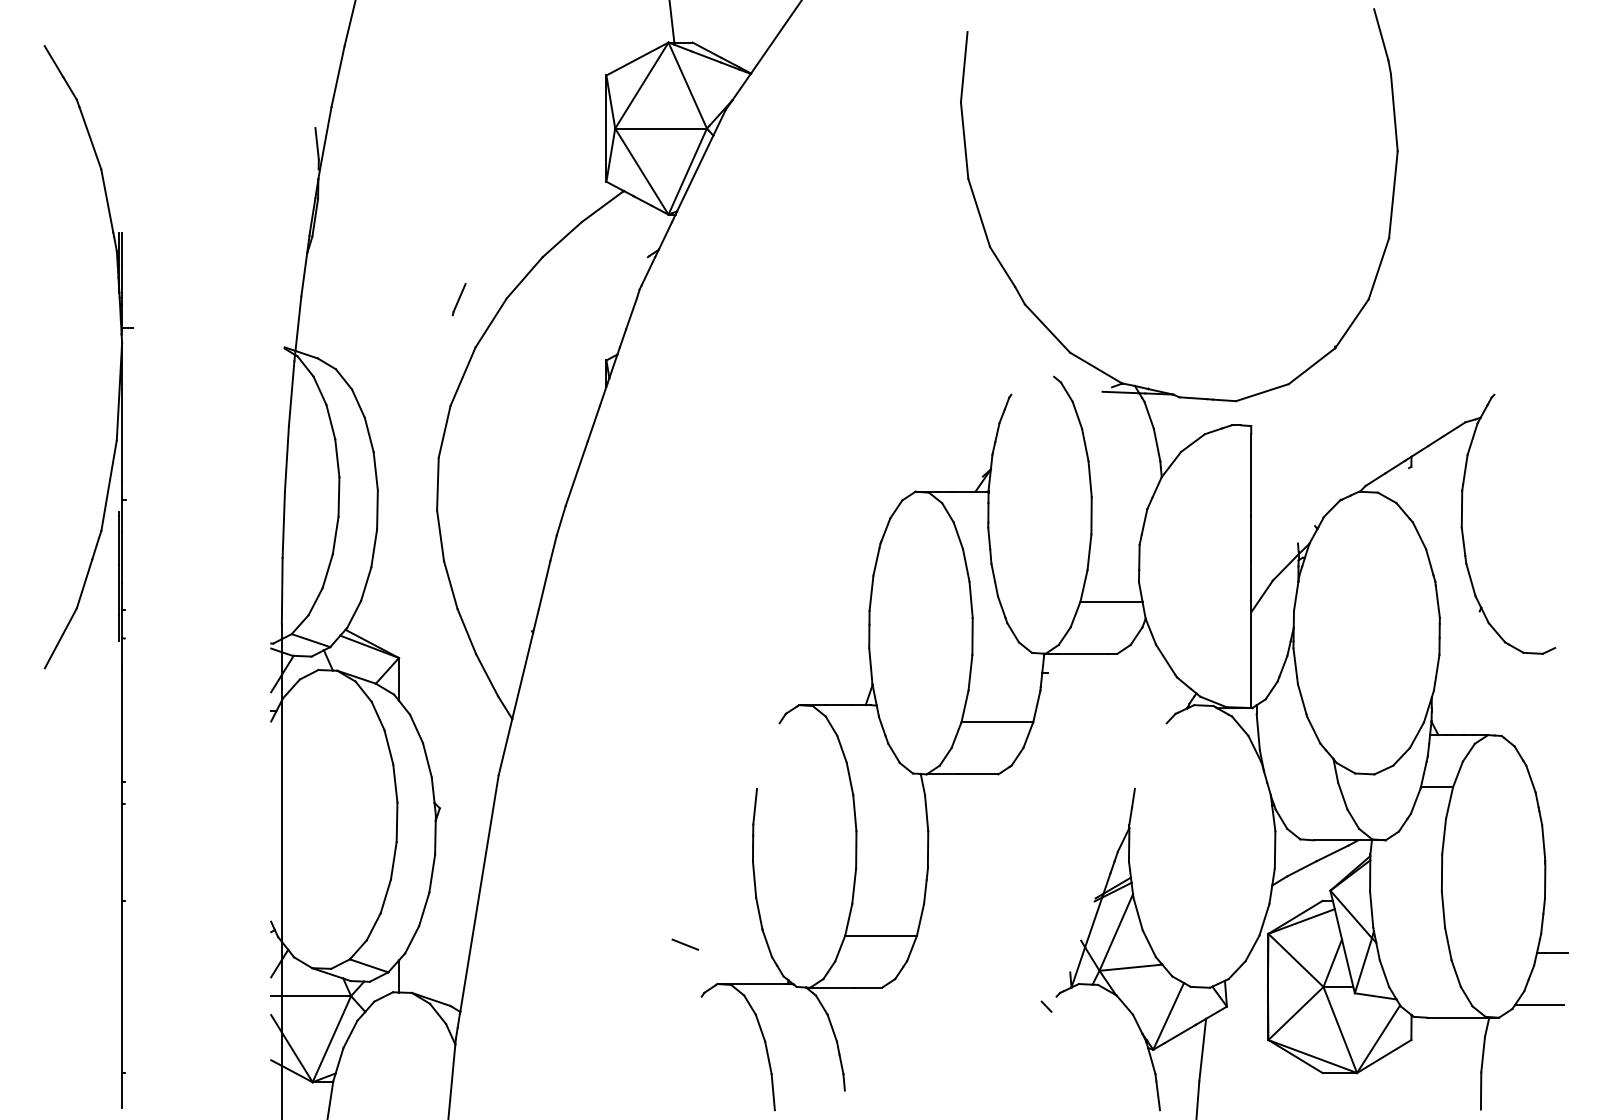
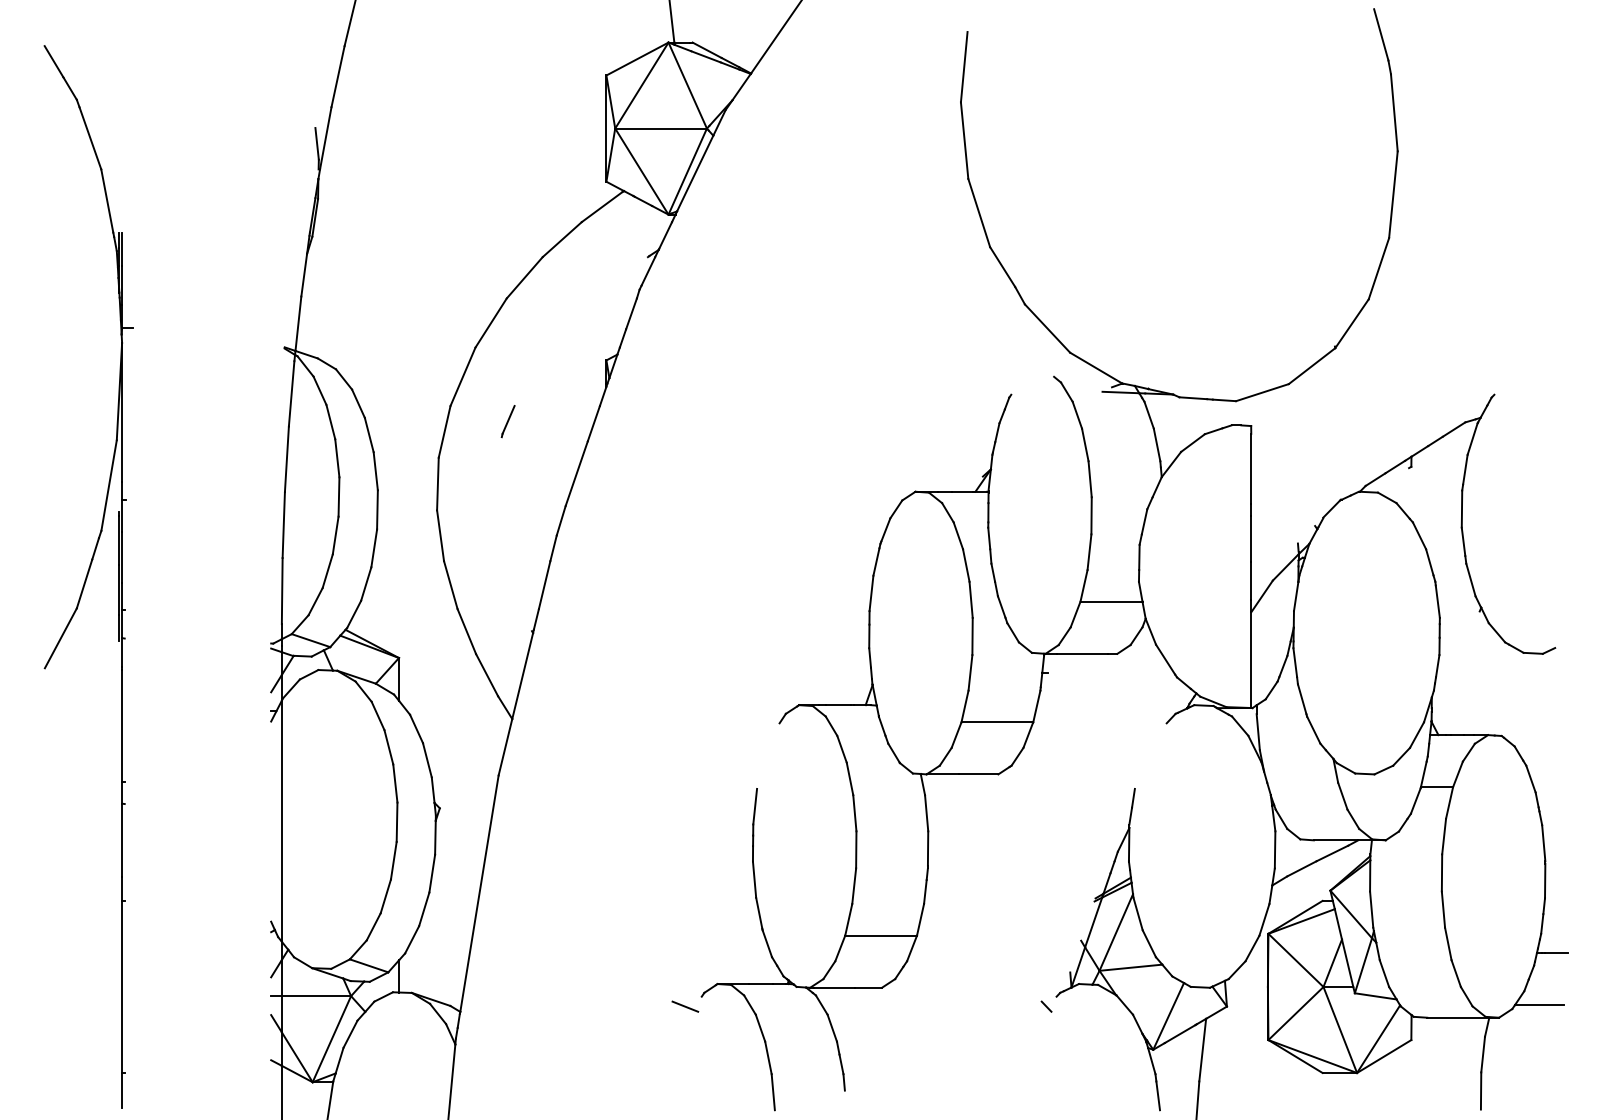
line at (458, 299) position: (458, 299) -> (507, 421)
line at (685, 944) position: (685, 944) -> (685, 1006)
